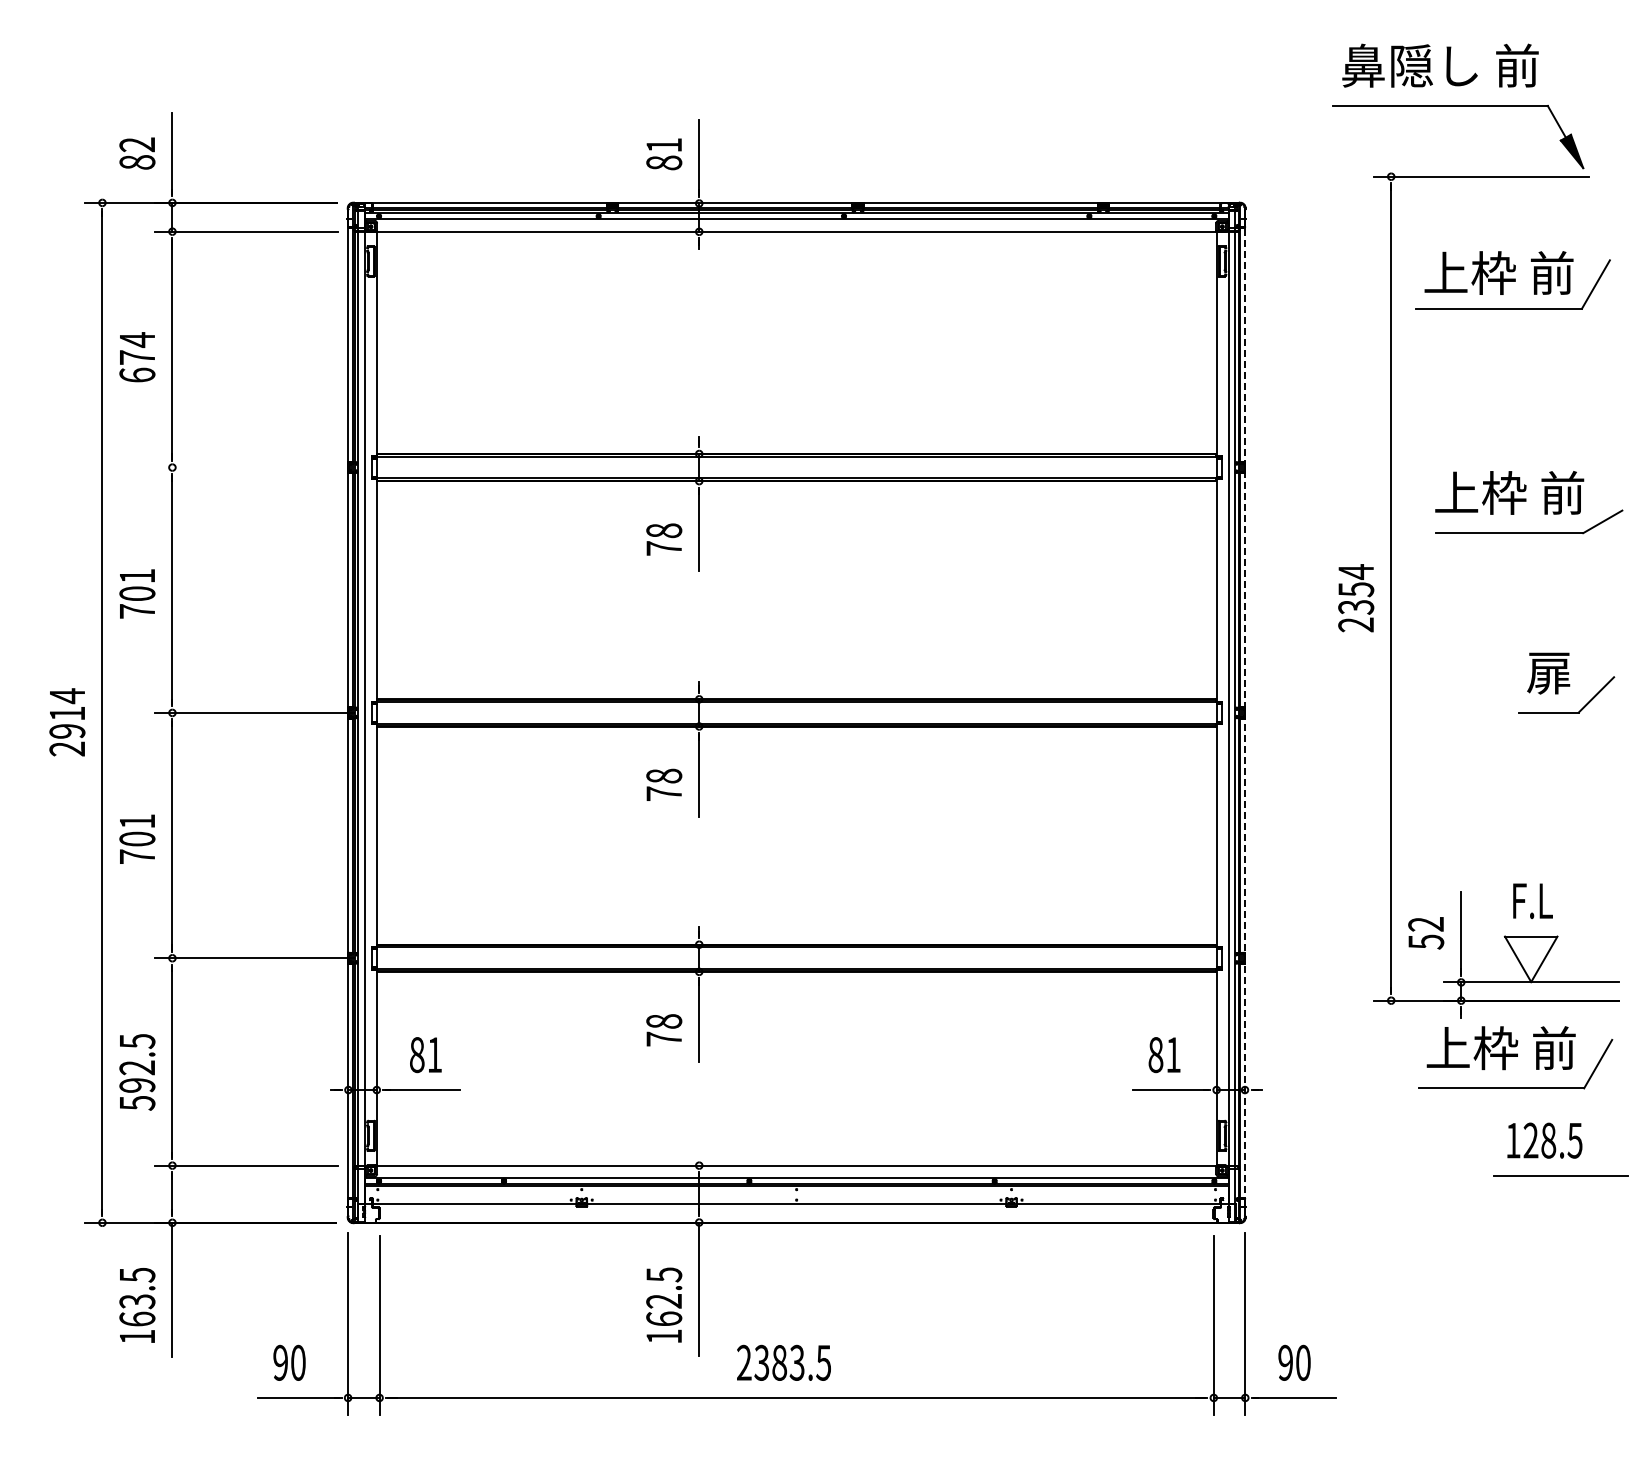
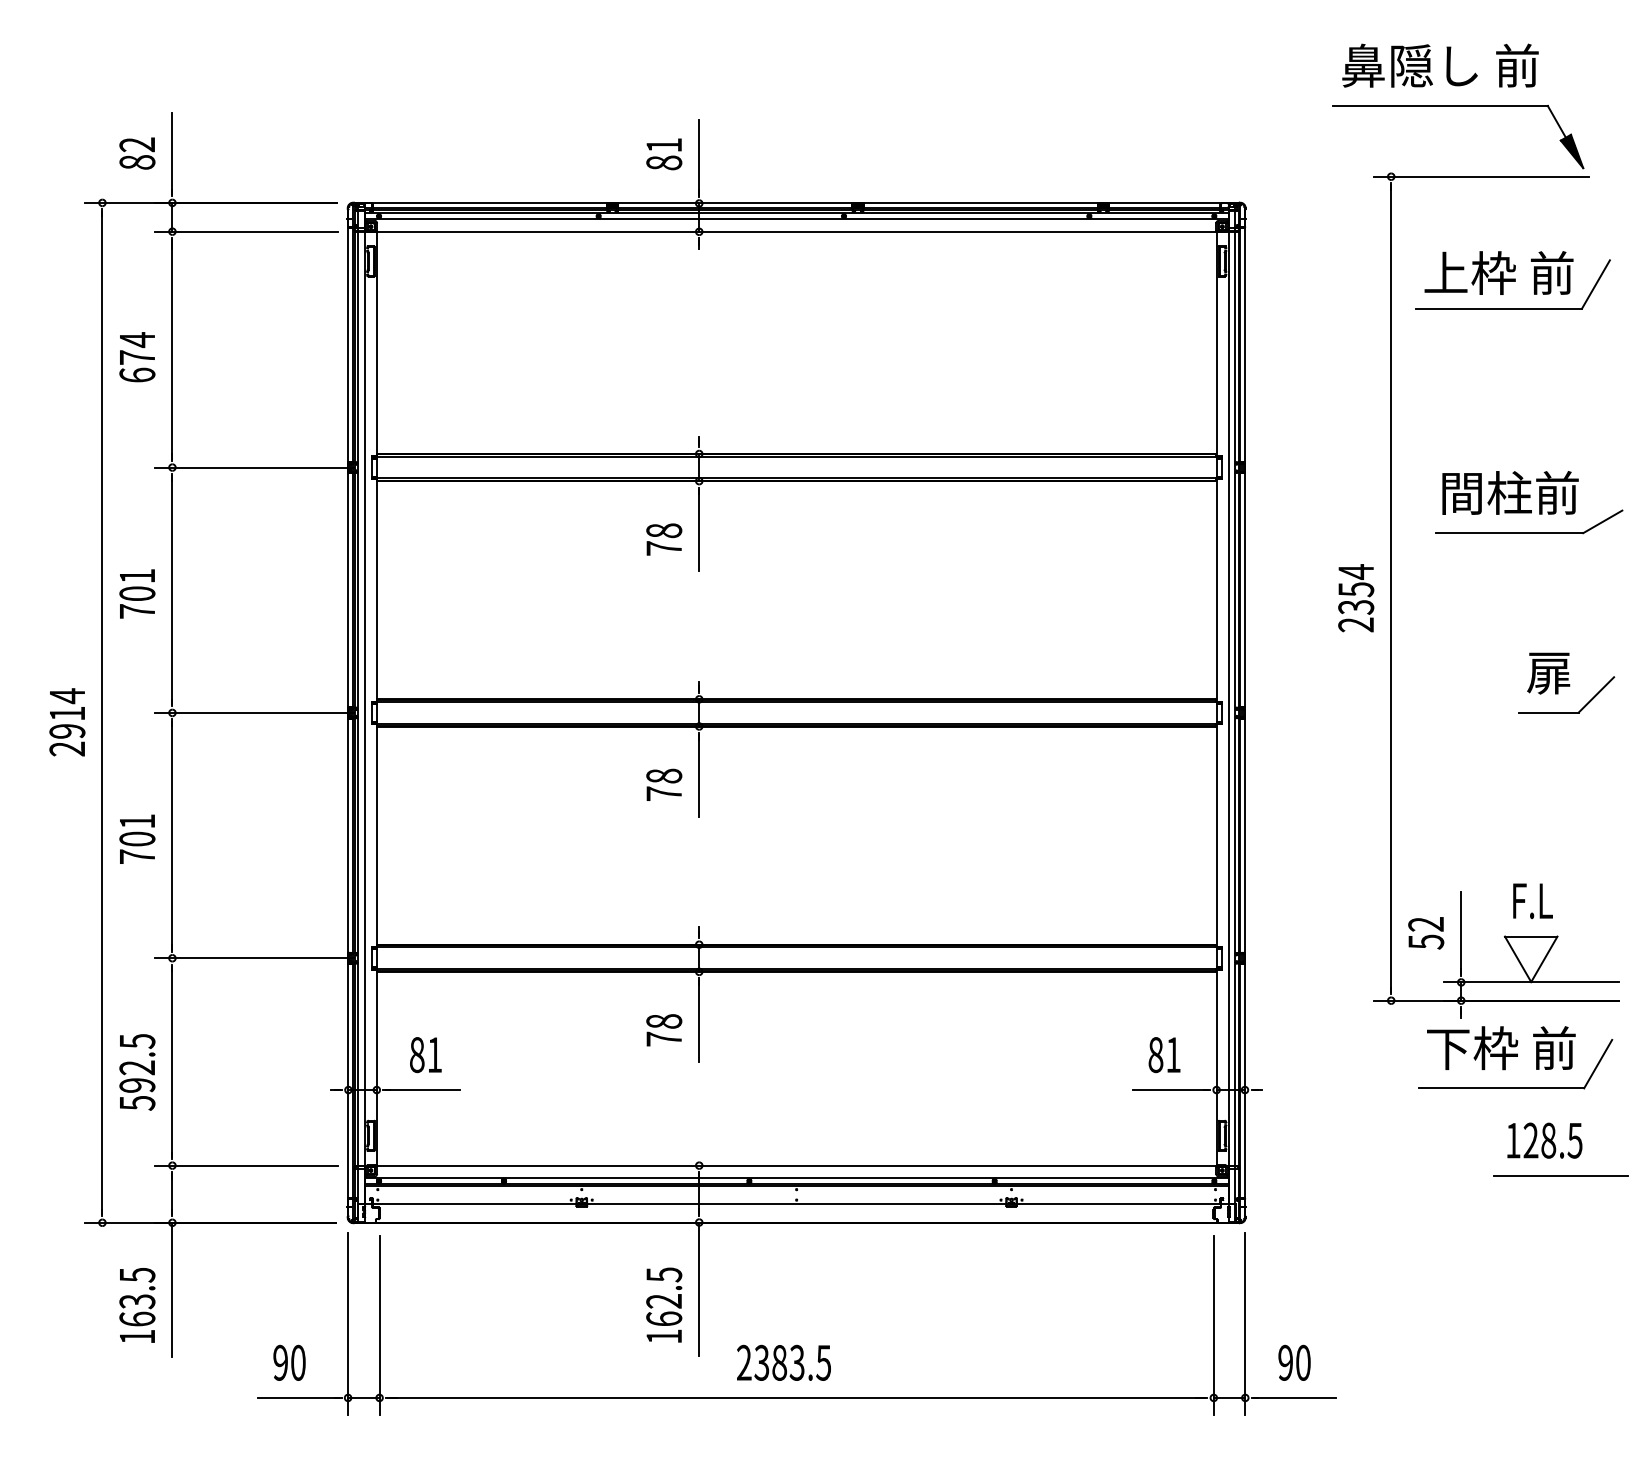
line at (254, 467): none -> present
text at (1509, 492): 上枠 前 -> 間柱前
line at (1244, 712): dashed -> solid
text at (1447, 1048): 上枠 前 -> 下枠 前
